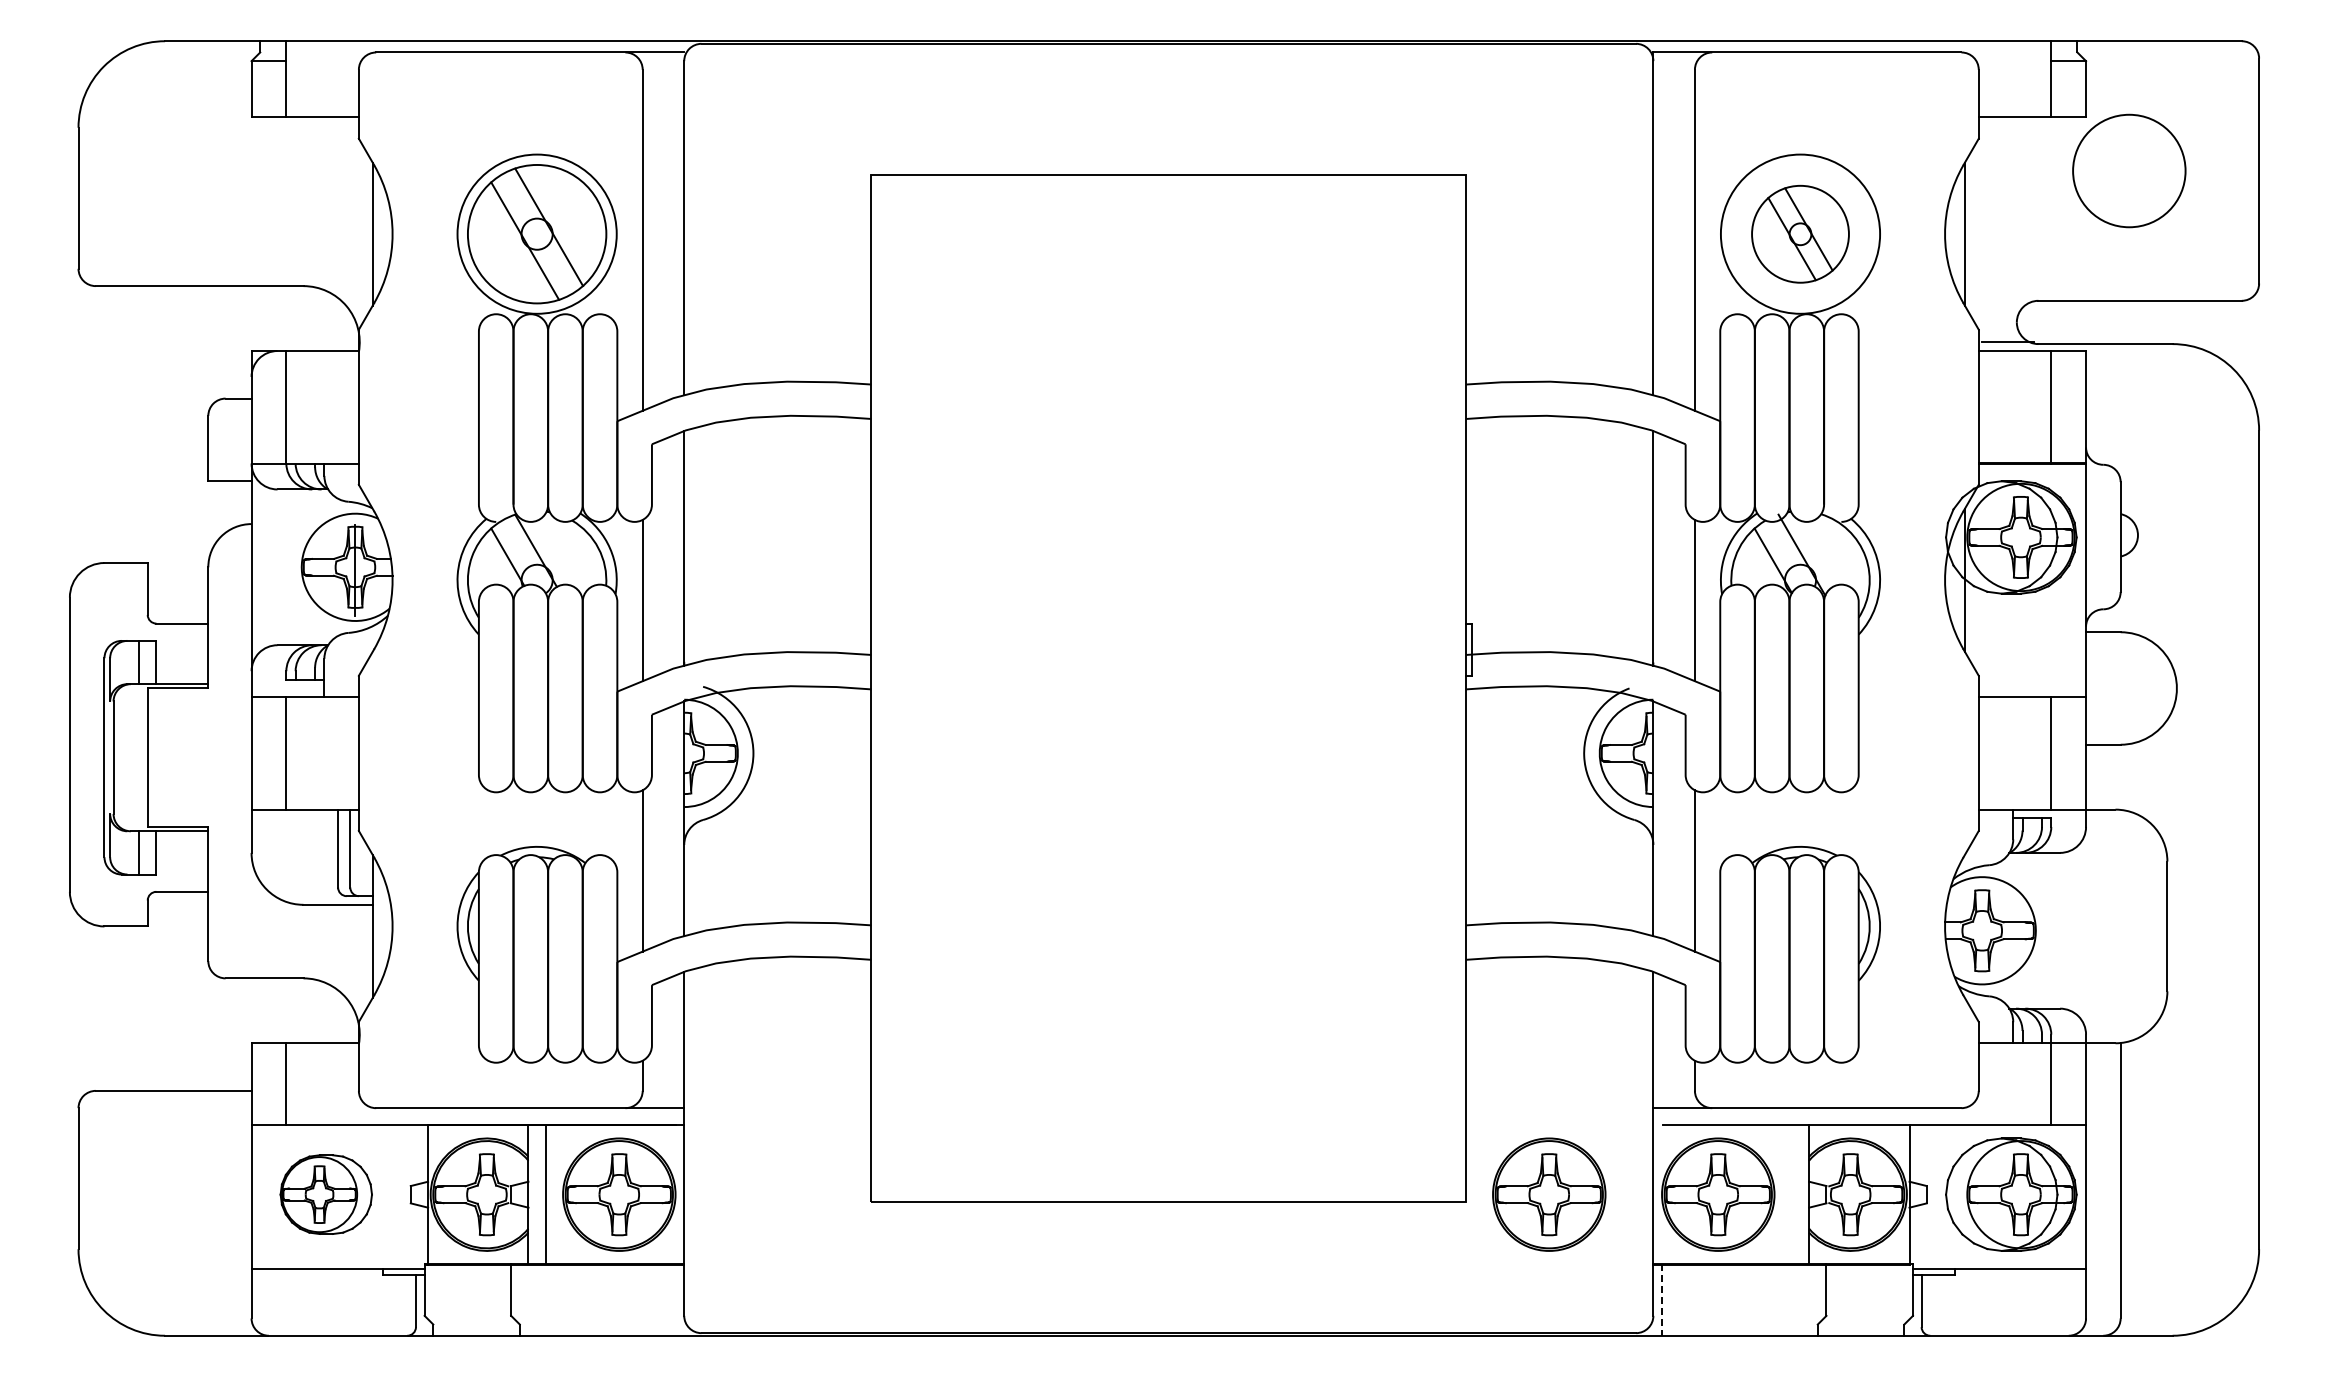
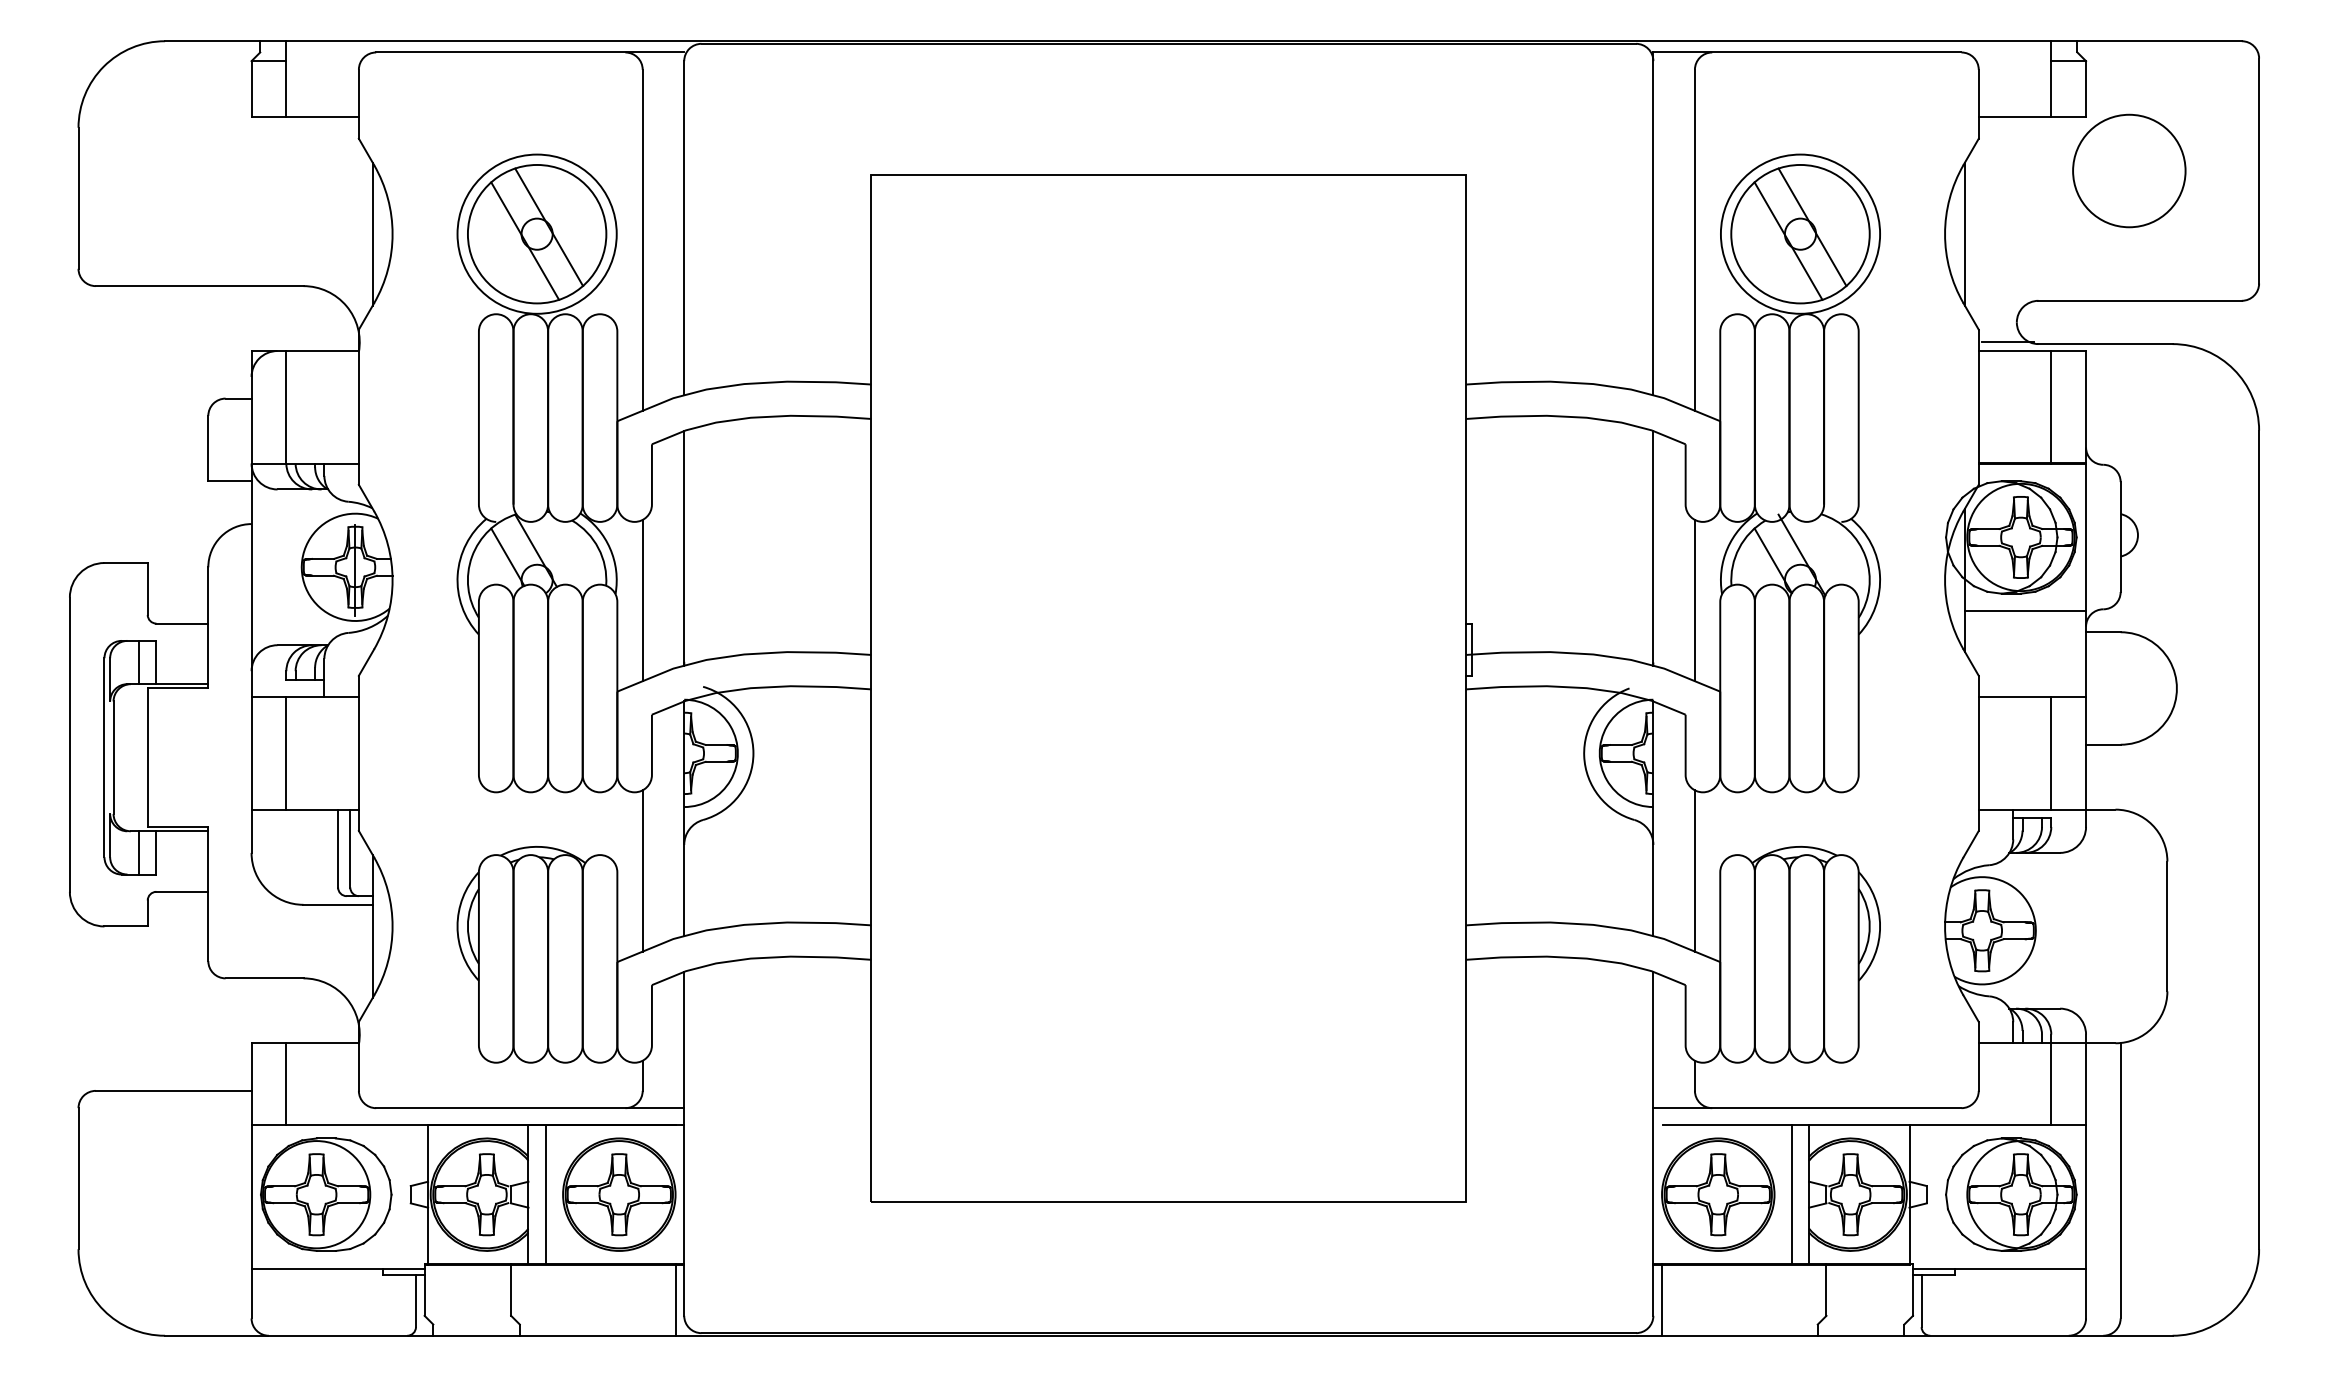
part at (1800, 233) size: 99x100 px -> 141x141 px
line at (2025, 611): none -> present
part at (325, 1194) size: 94x81 px -> 133x115 px
part at (1549, 1194): present -> none
line at (1791, 1194): none -> present
line at (675, 1299): none -> present
line at (1662, 1300): dashed -> solid
